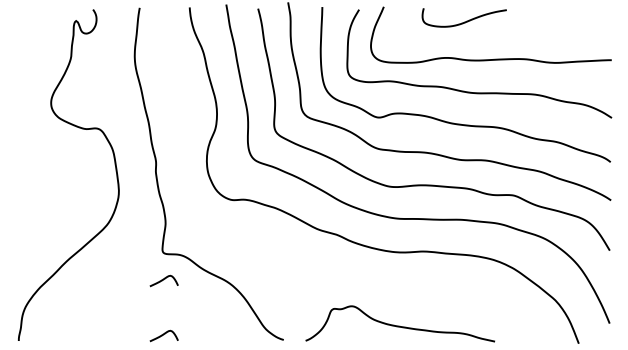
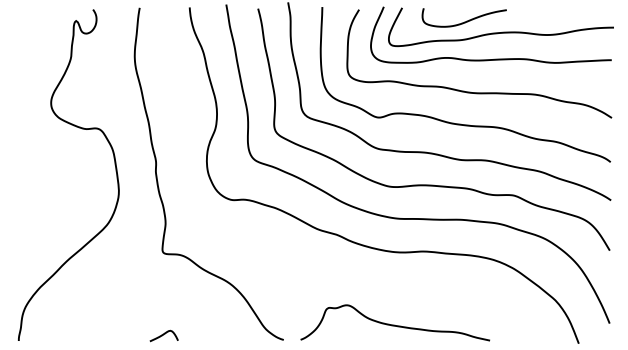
curve at (502, 31): none -> present
curve at (163, 280): present -> none
curve at (399, 325) position: (399, 325) -> (394, 324)
